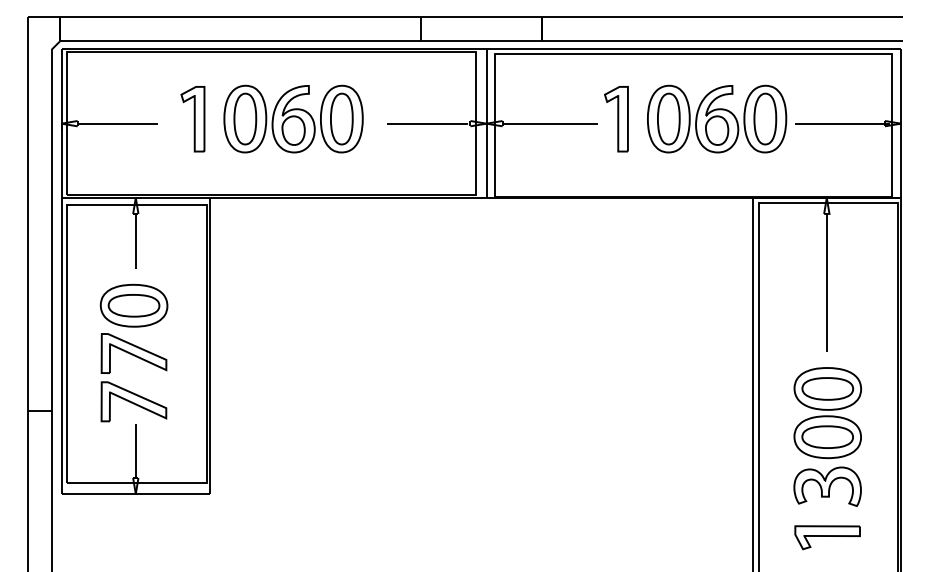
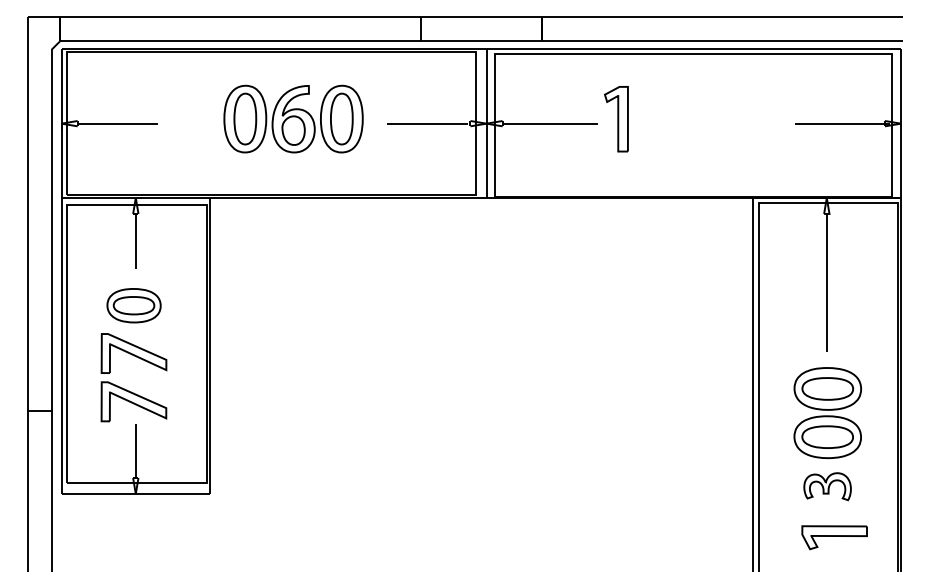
part at (717, 118): present -> none
part at (192, 119): present -> none
part at (133, 305) size: 70x45 px -> 56x36 px
part at (827, 486) size: 69x41 px -> 49x30 px
part at (827, 537) position: (827, 537) -> (834, 537)
